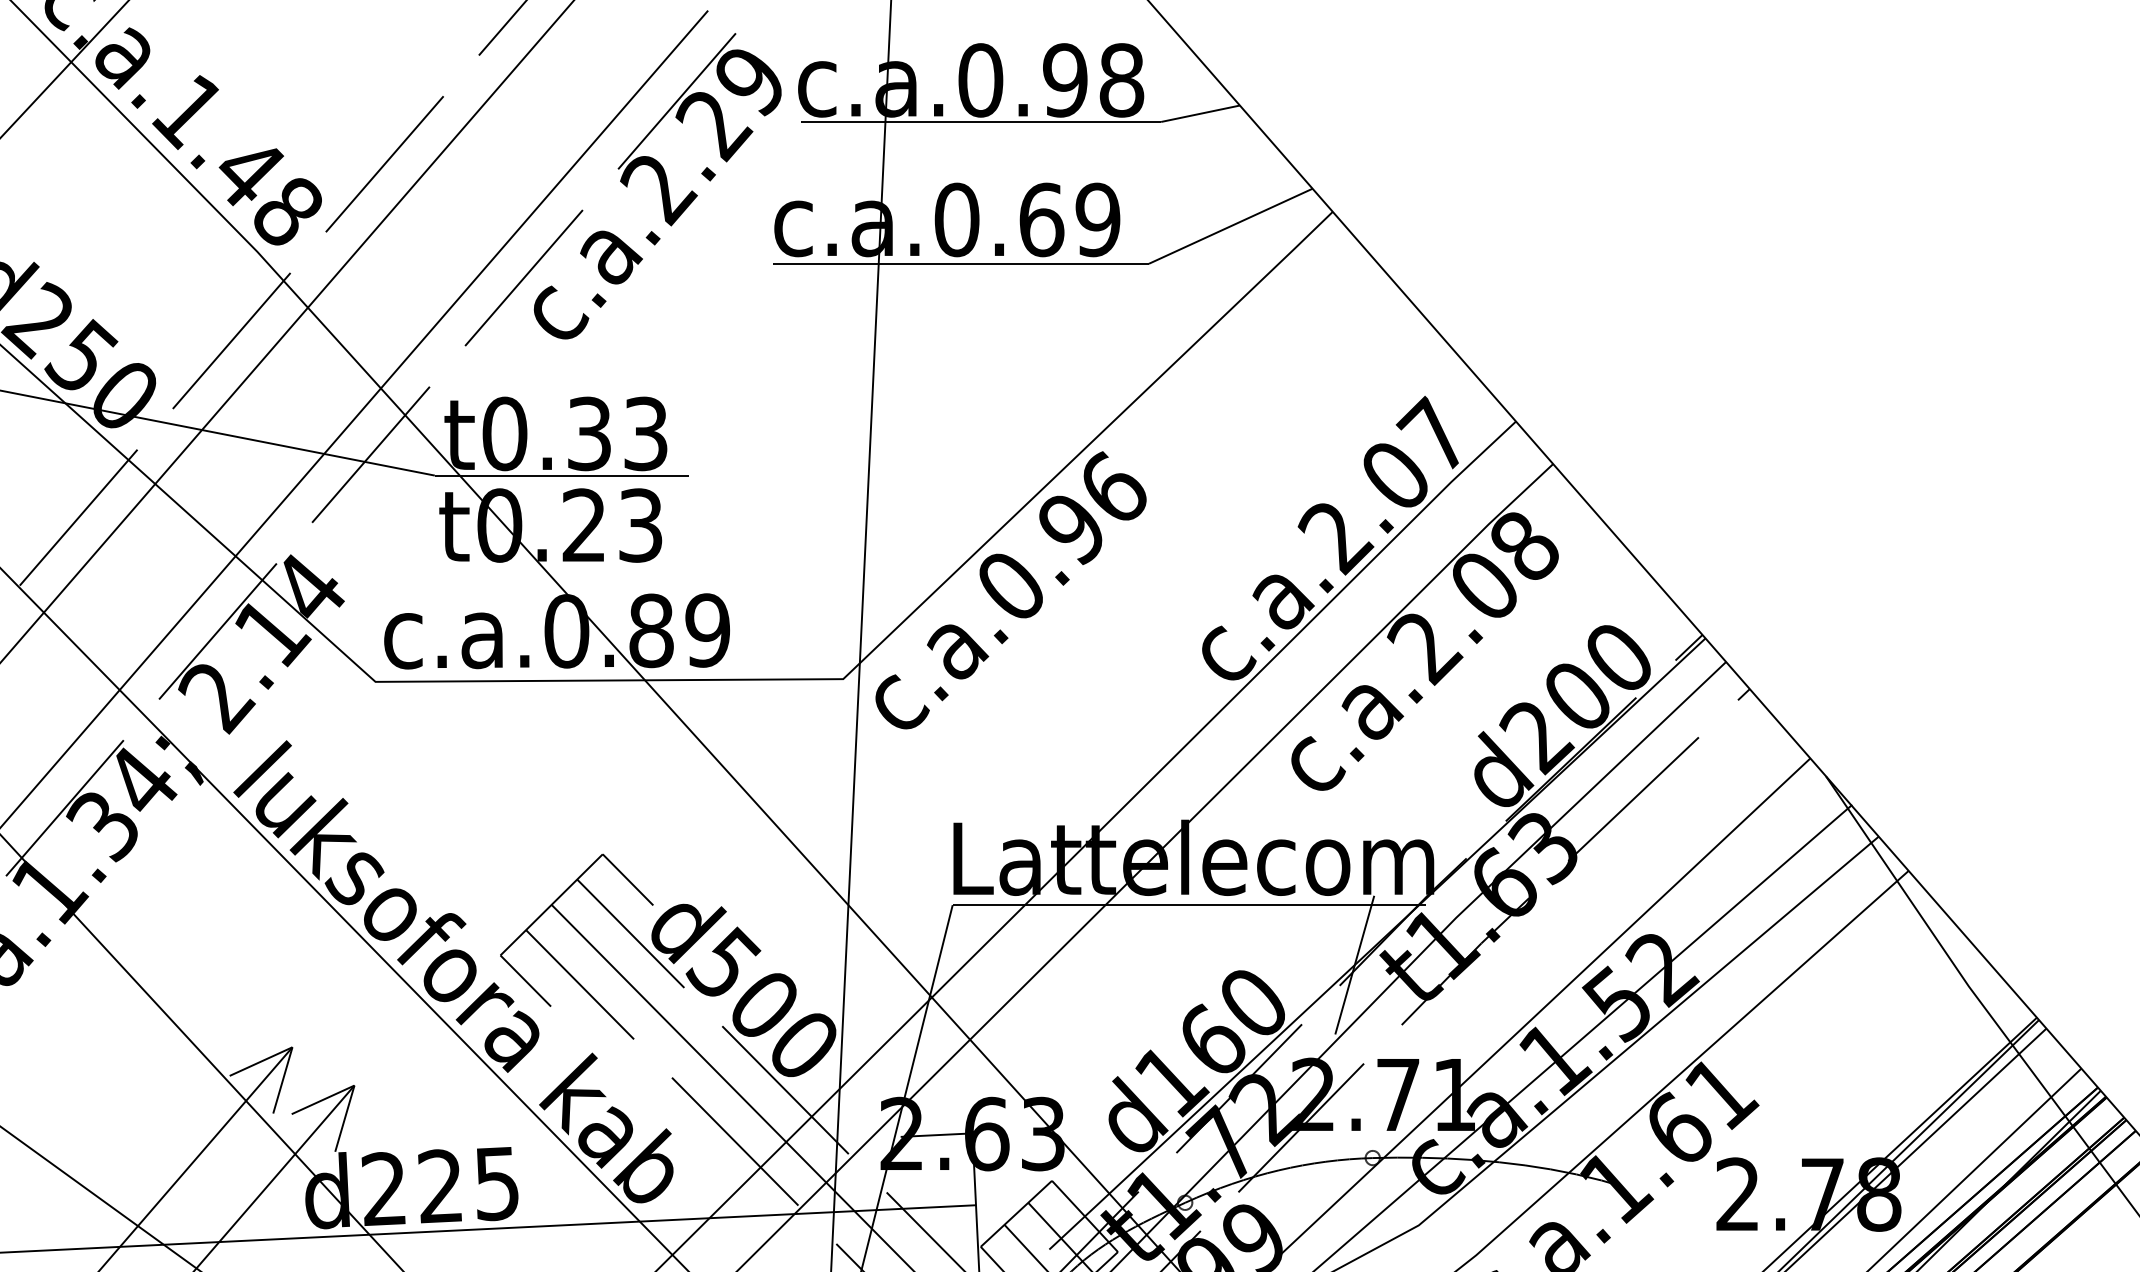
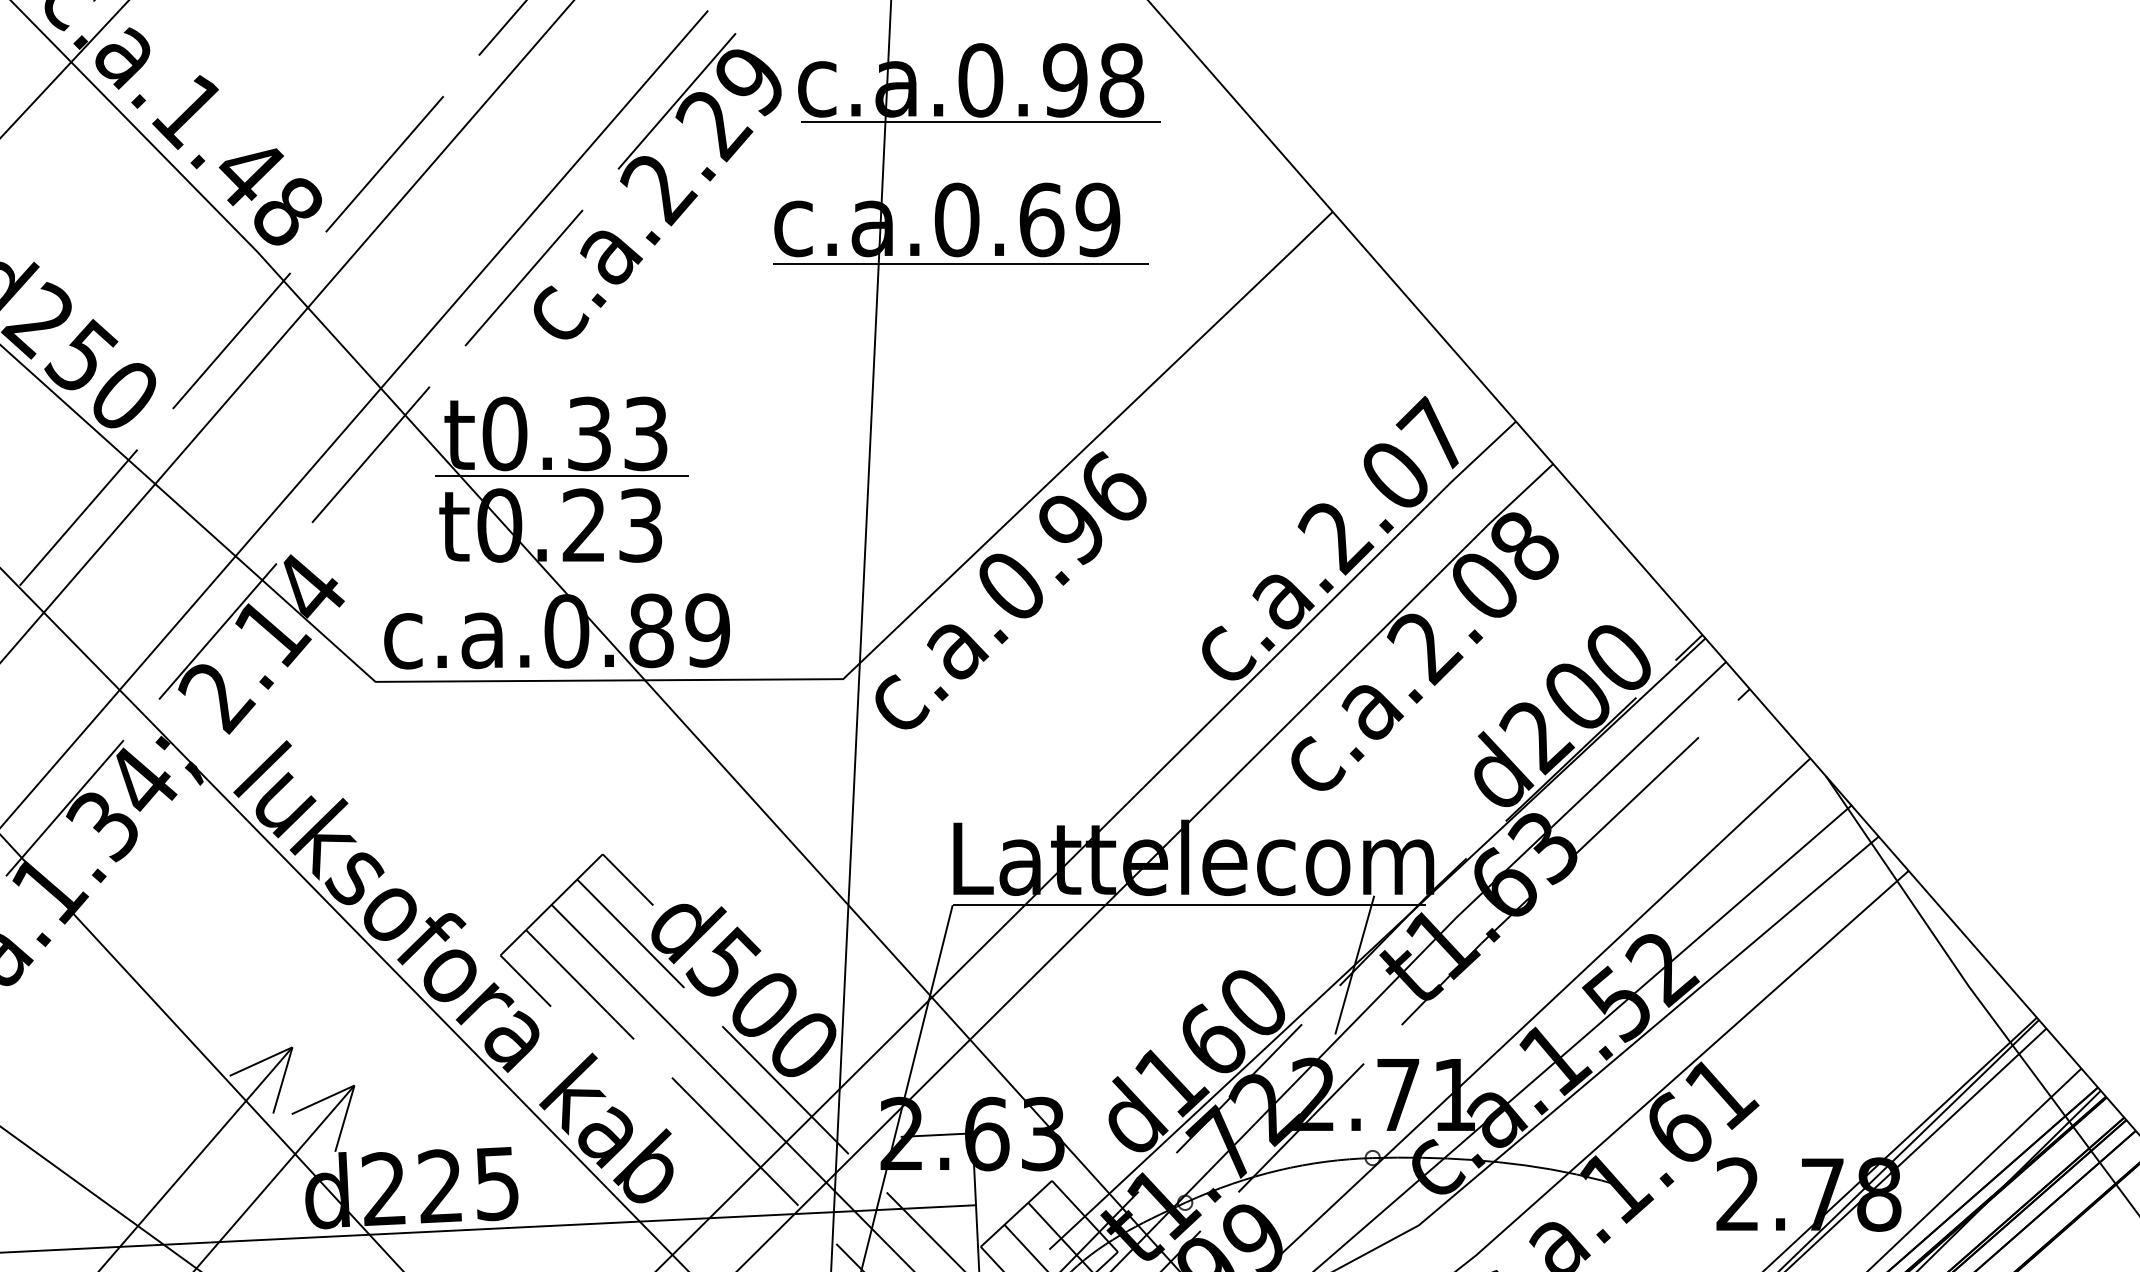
line at (1200, 113): present -> none
line at (1230, 225): present -> none
line at (218, 433): present -> none
